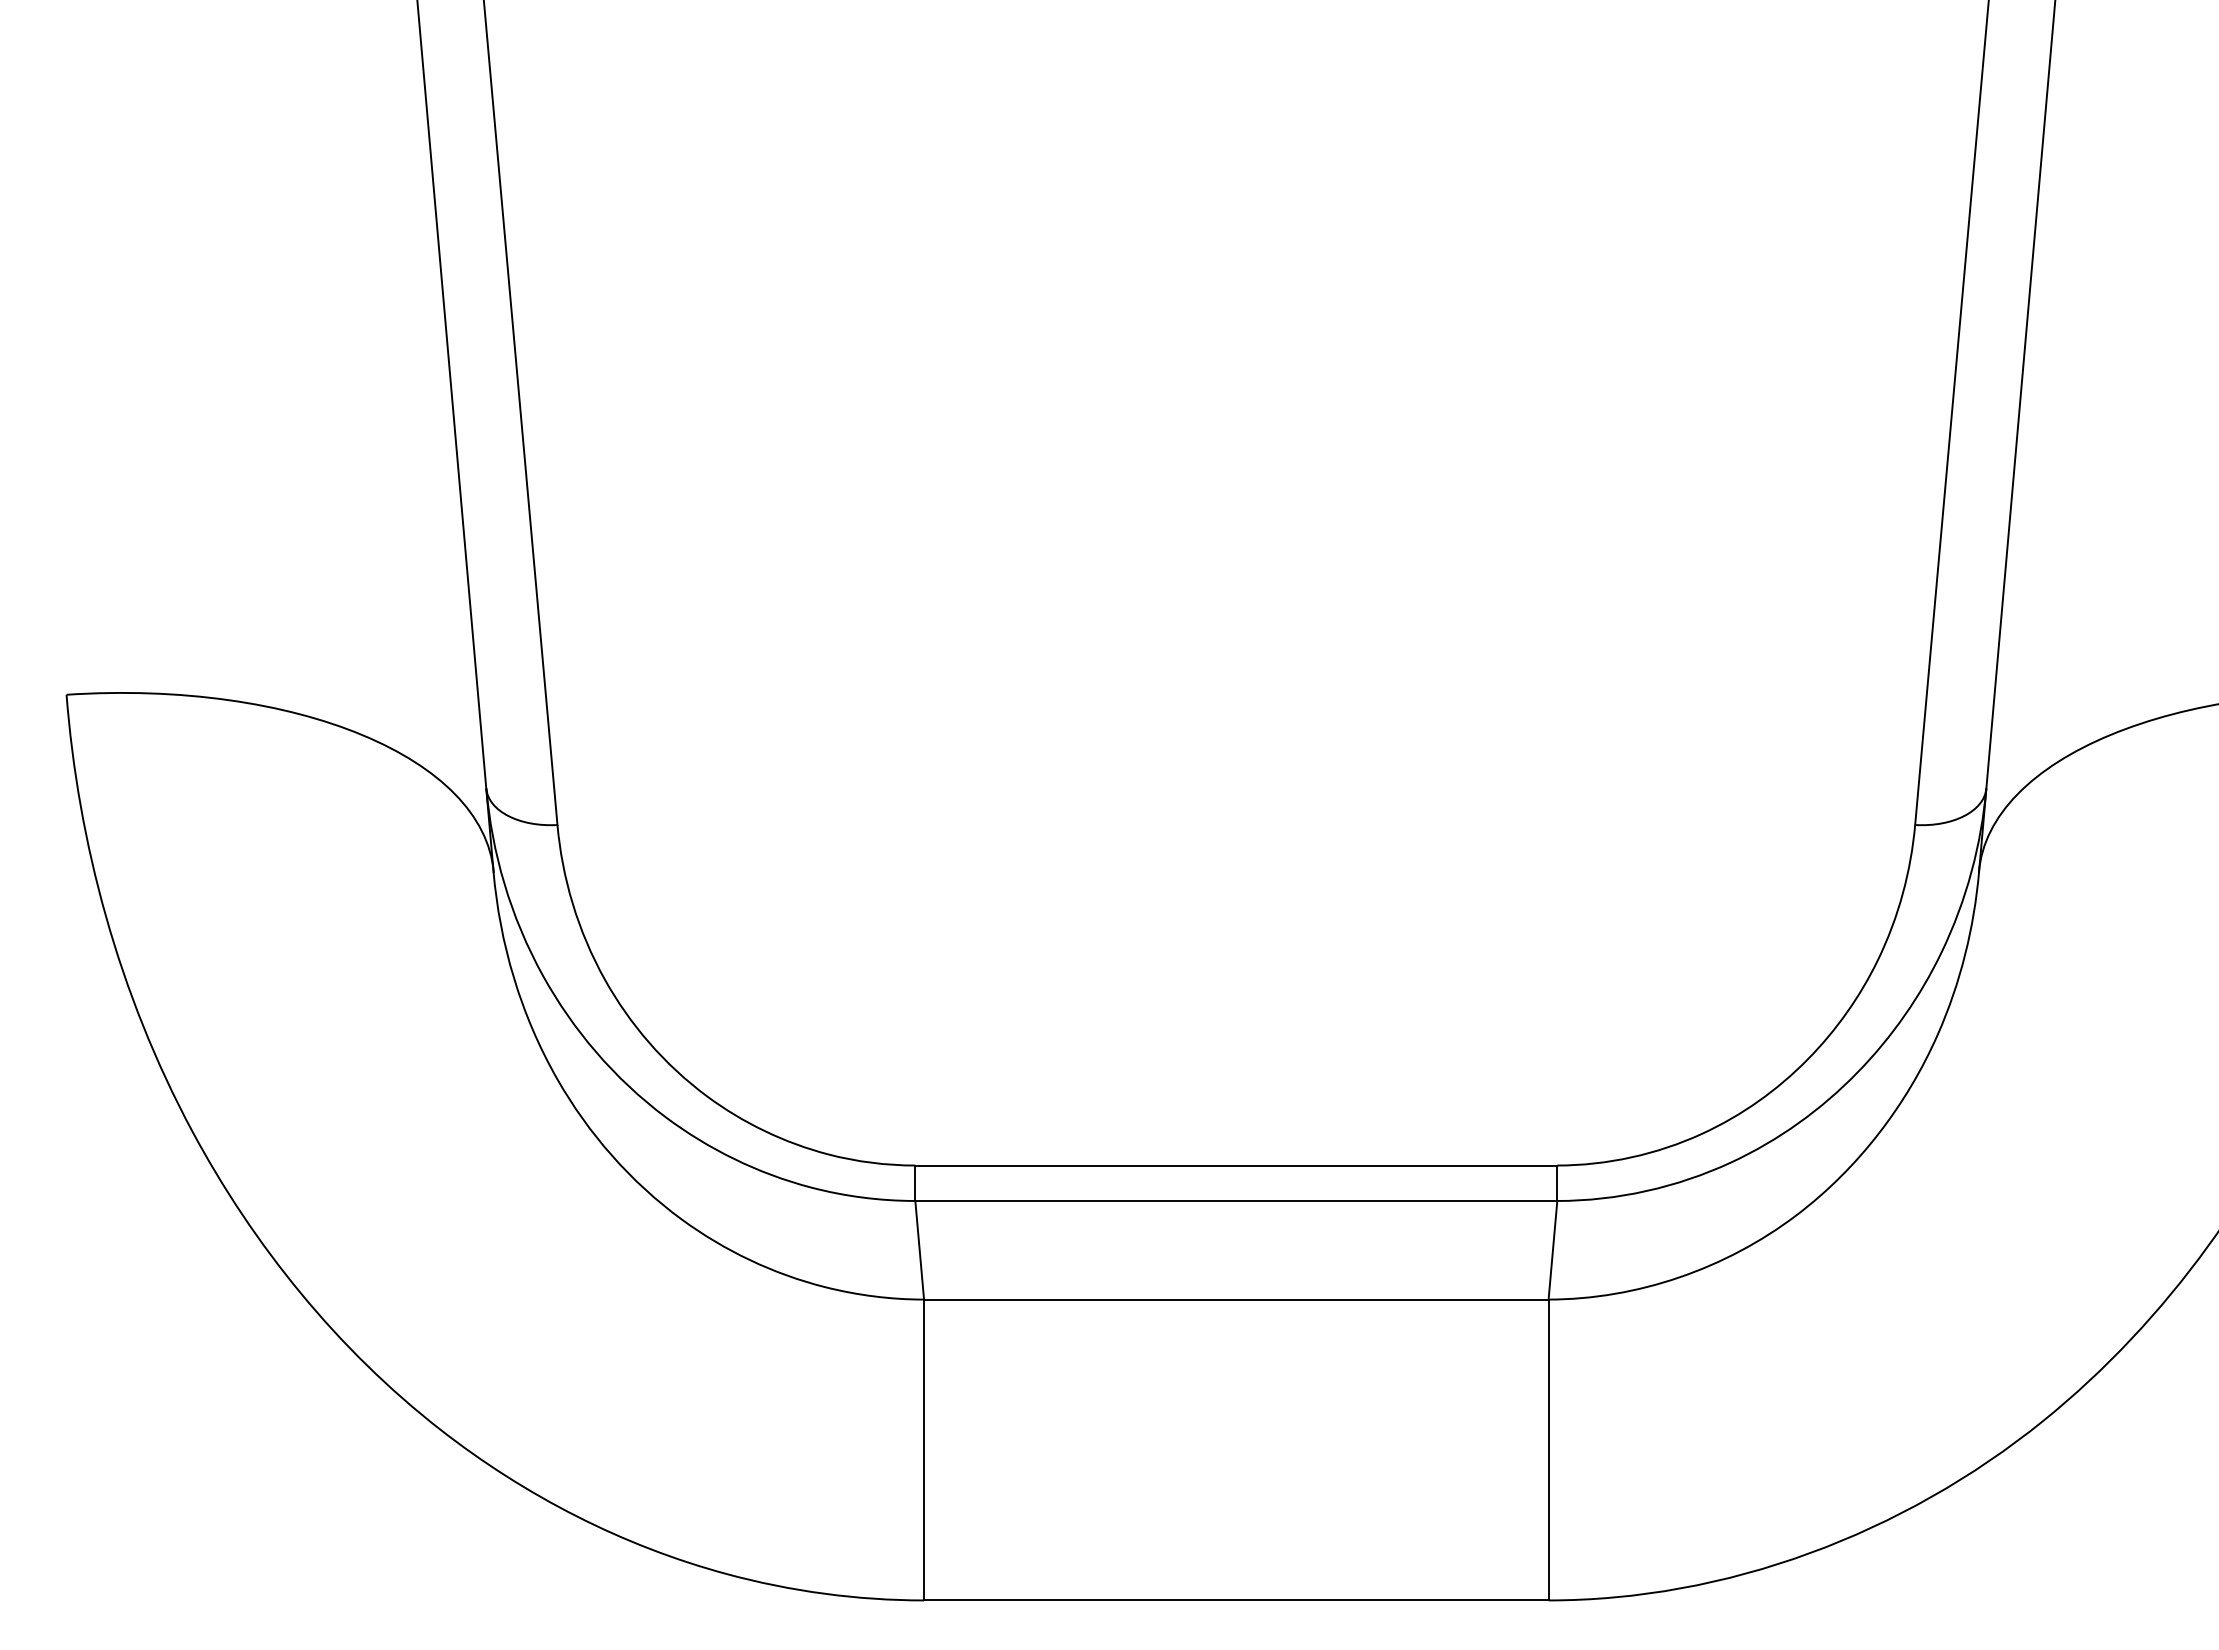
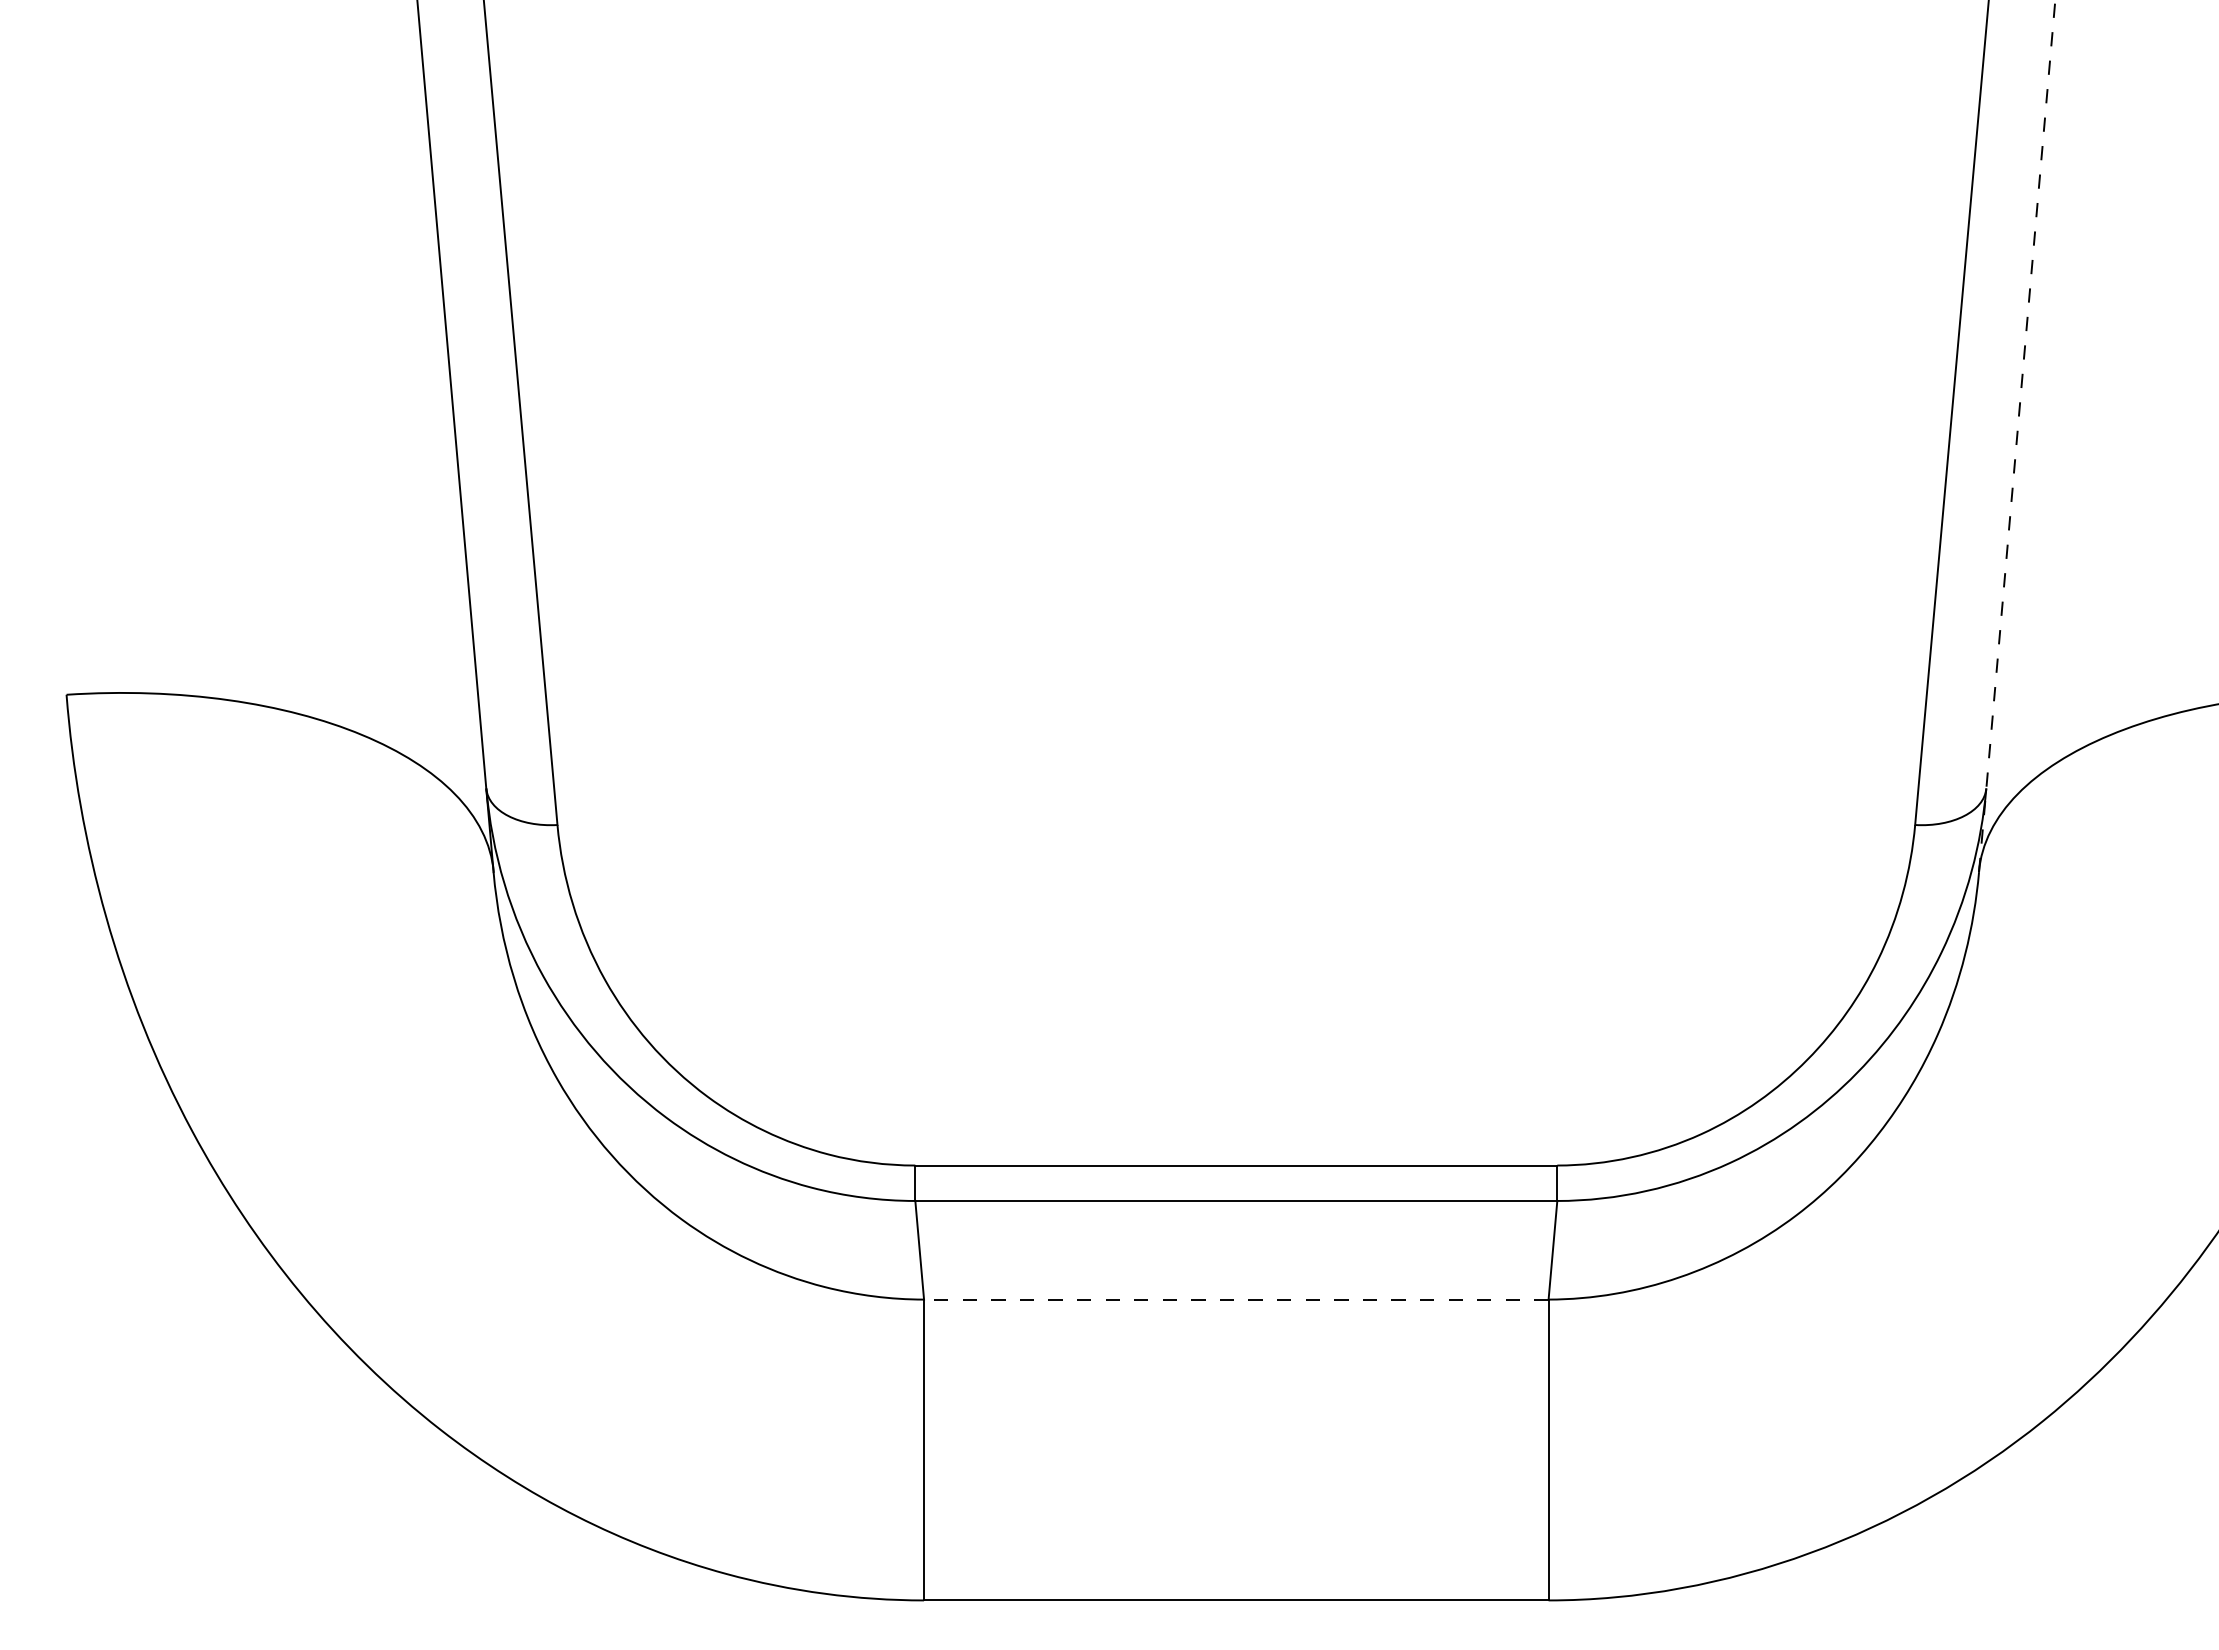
line at (2017, 435): solid -> dashed
line at (1235, 1299): solid -> dashed
